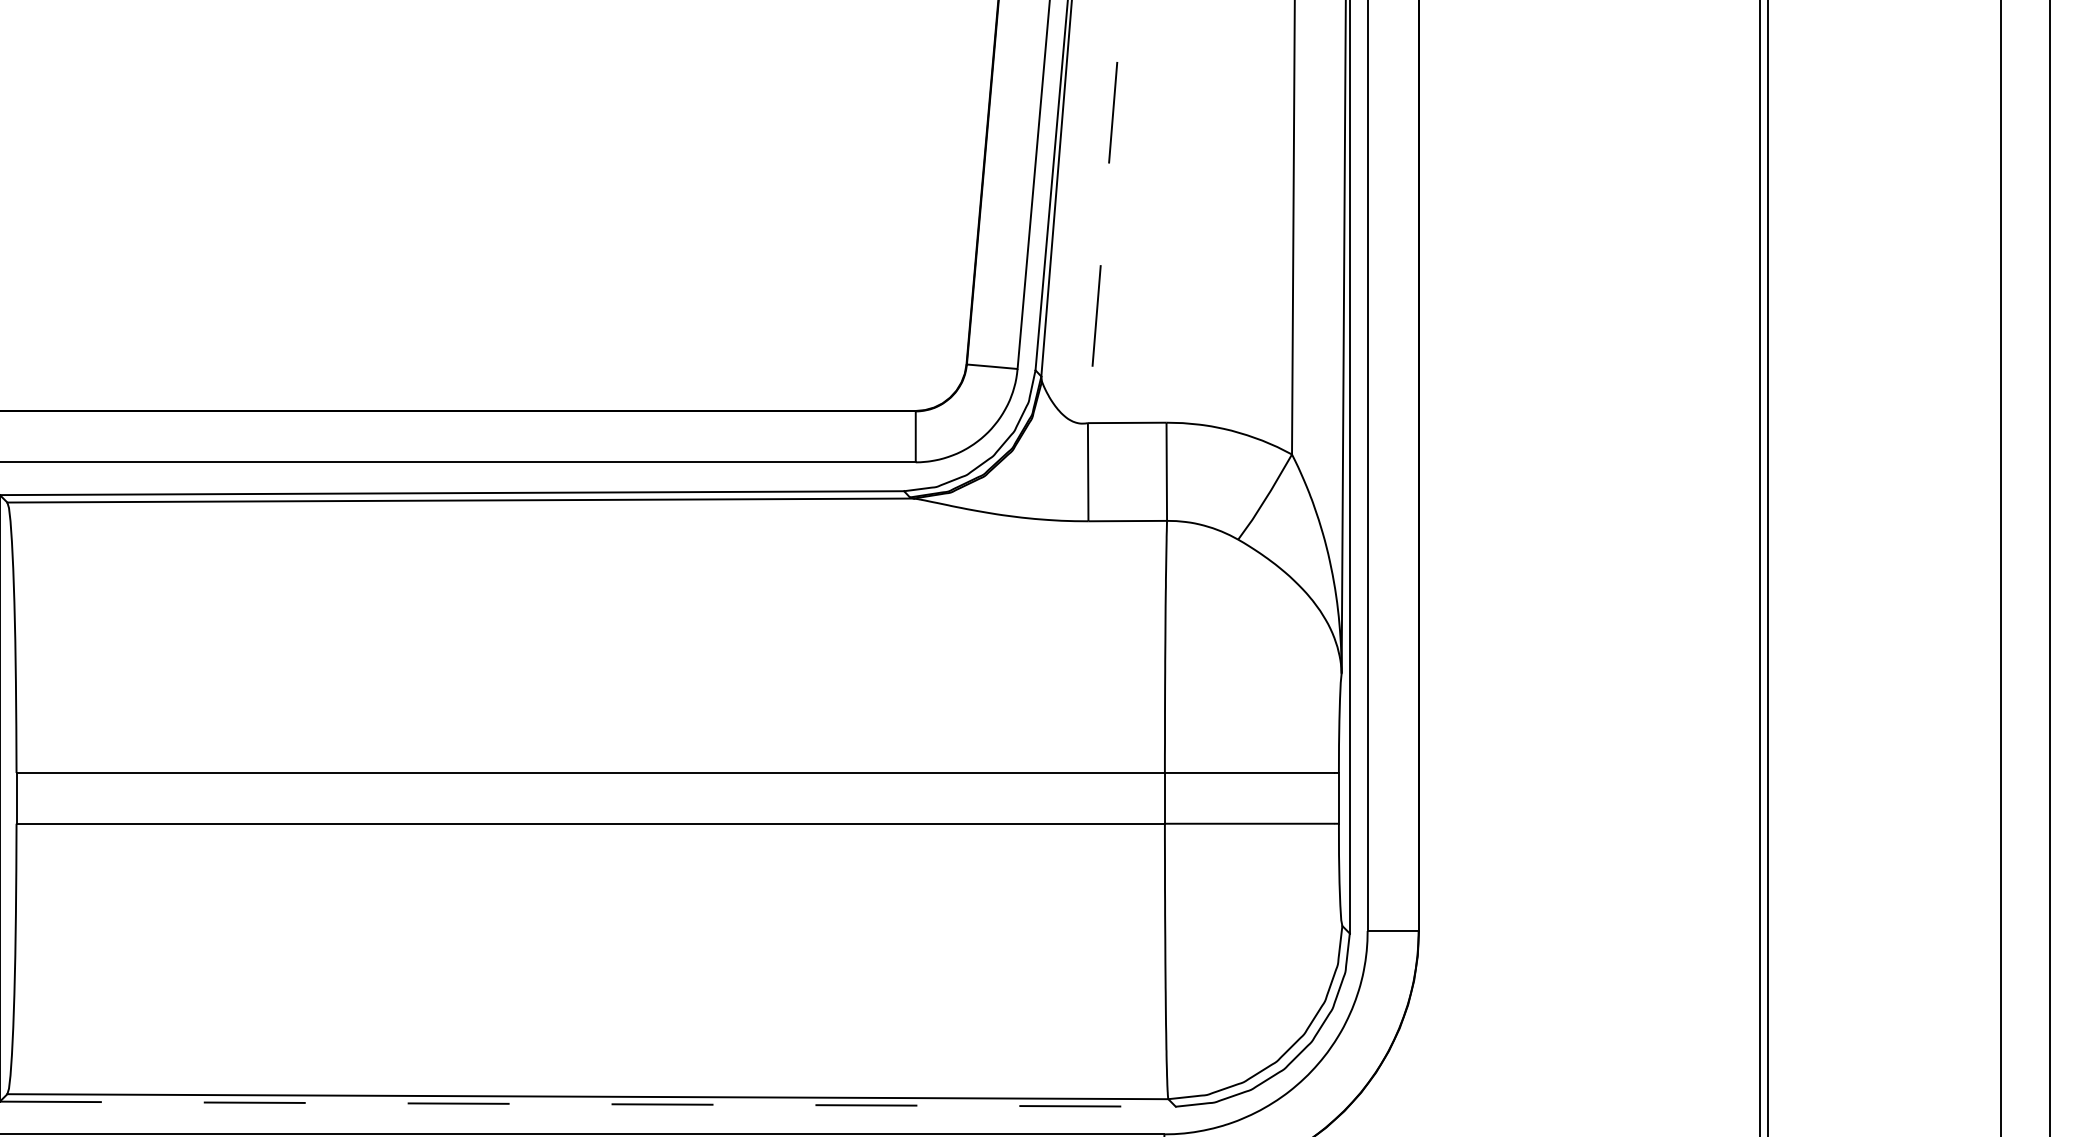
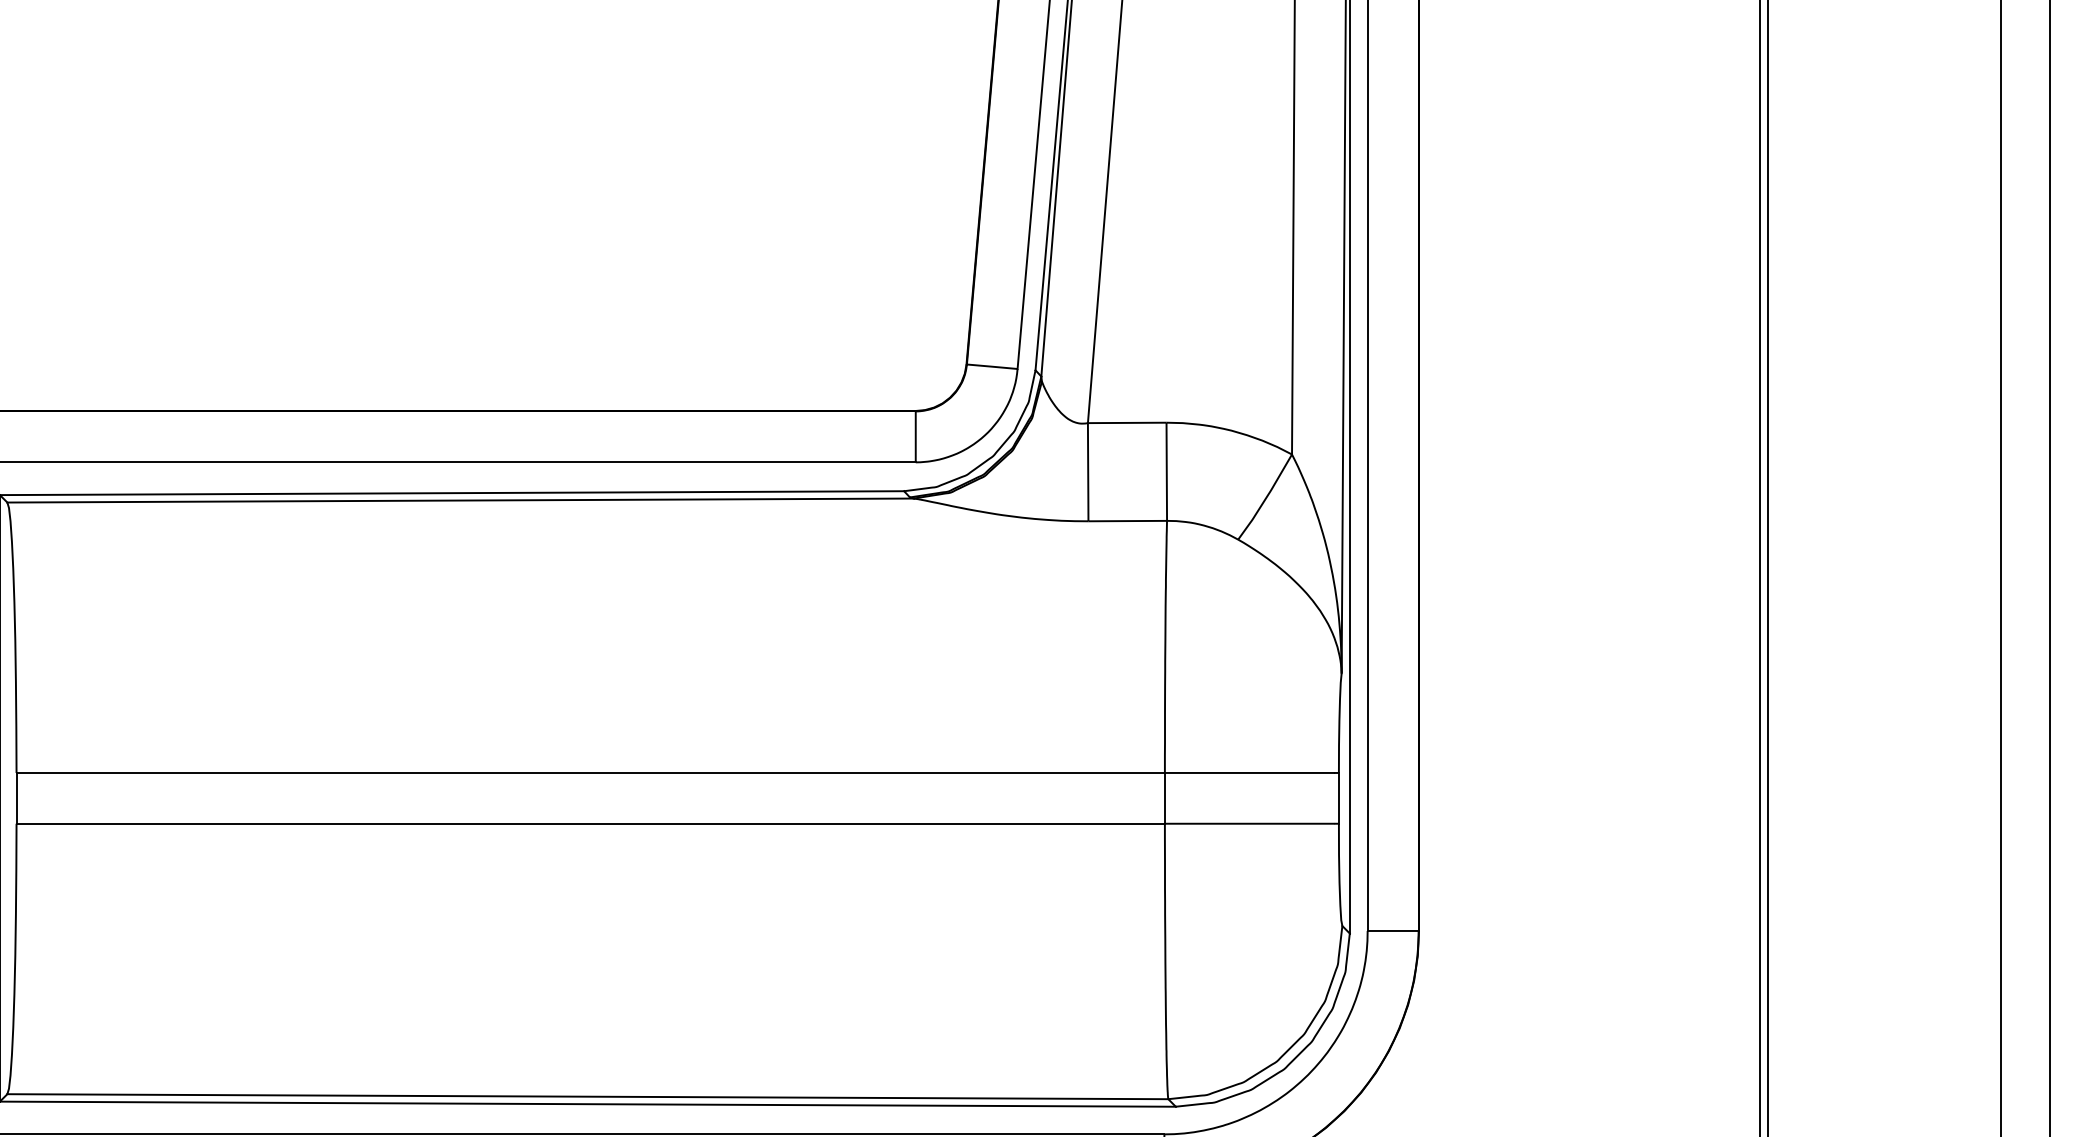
line at (1105, 212): dashed -> solid
line at (588, 1104): dashed -> solid
